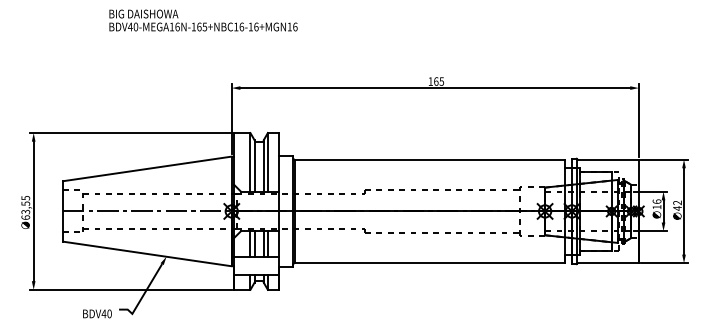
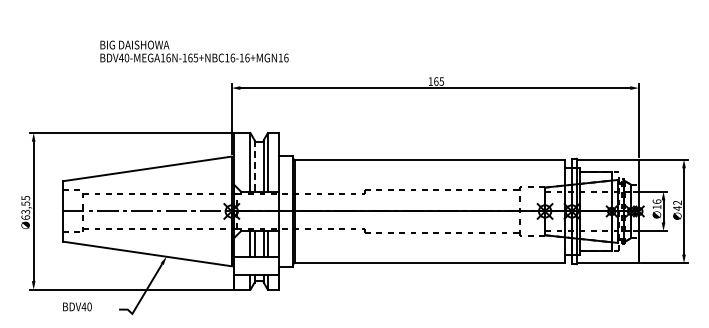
text at (203, 20) position: (203, 20) -> (194, 51)
line at (254, 165): solid -> dashed
text at (97, 313) position: (97, 313) -> (77, 306)
